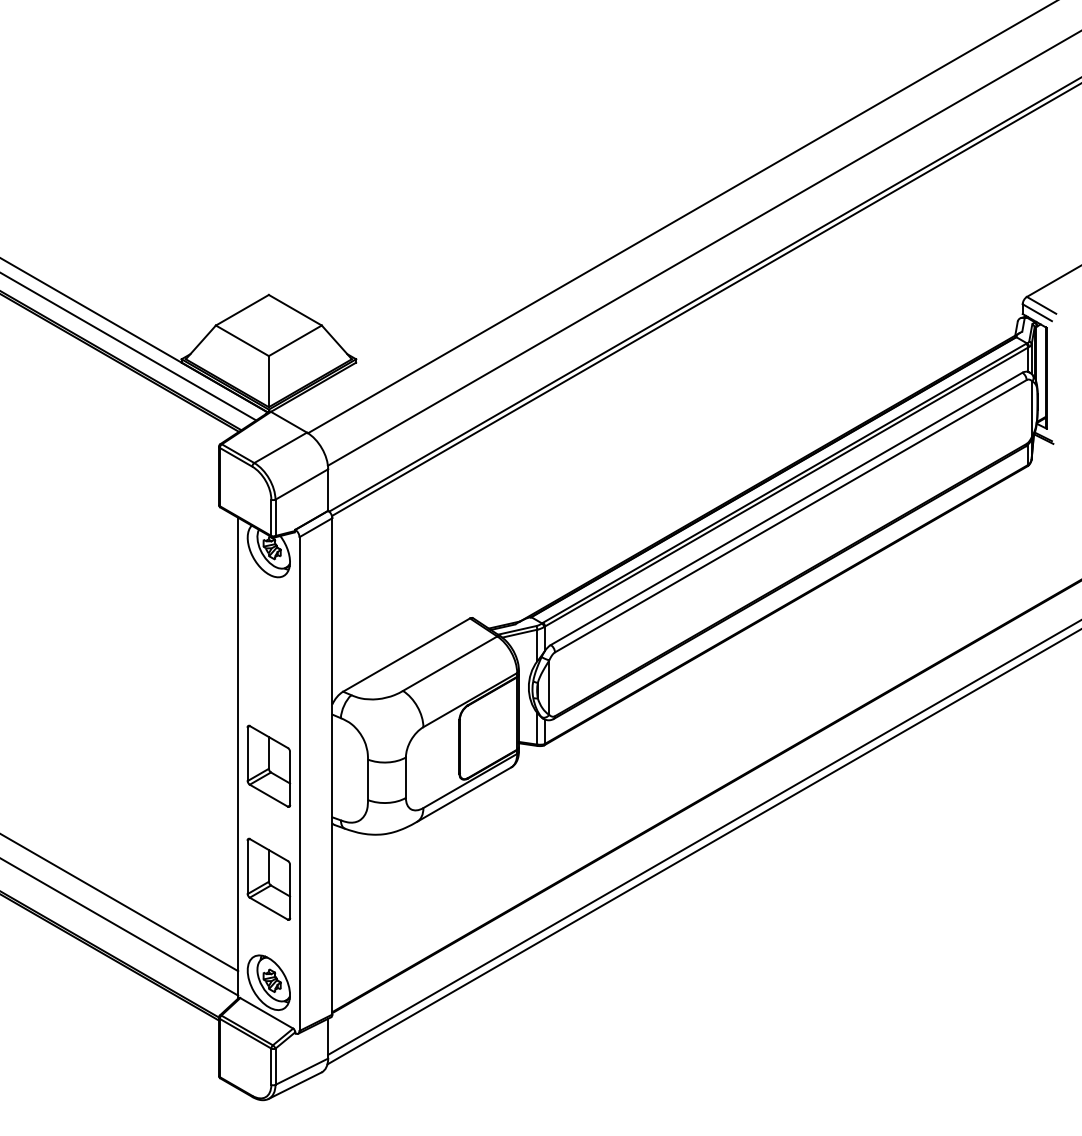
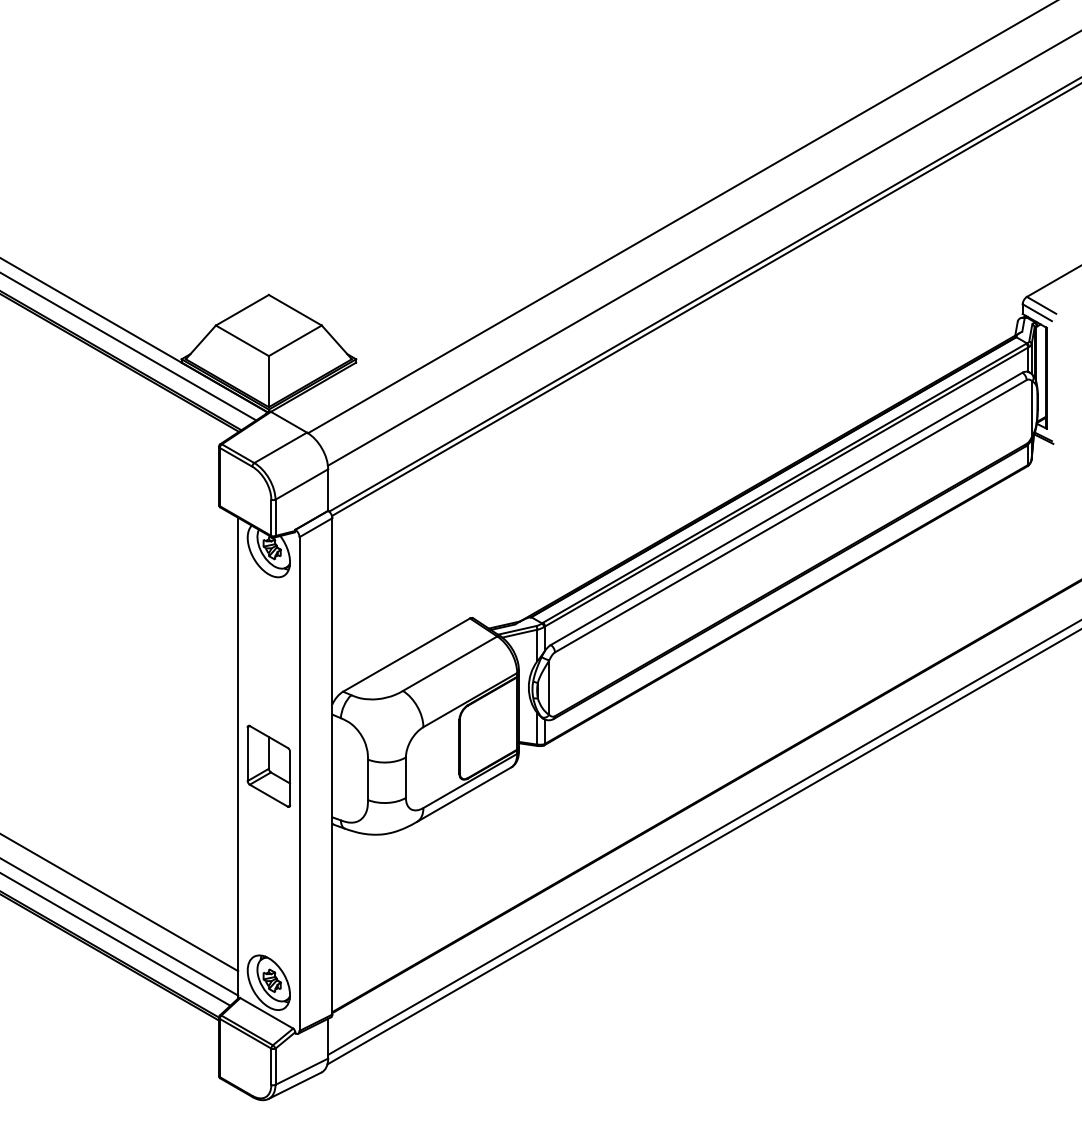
part at (268, 878): present -> none
line at (116, 939): none -> present
